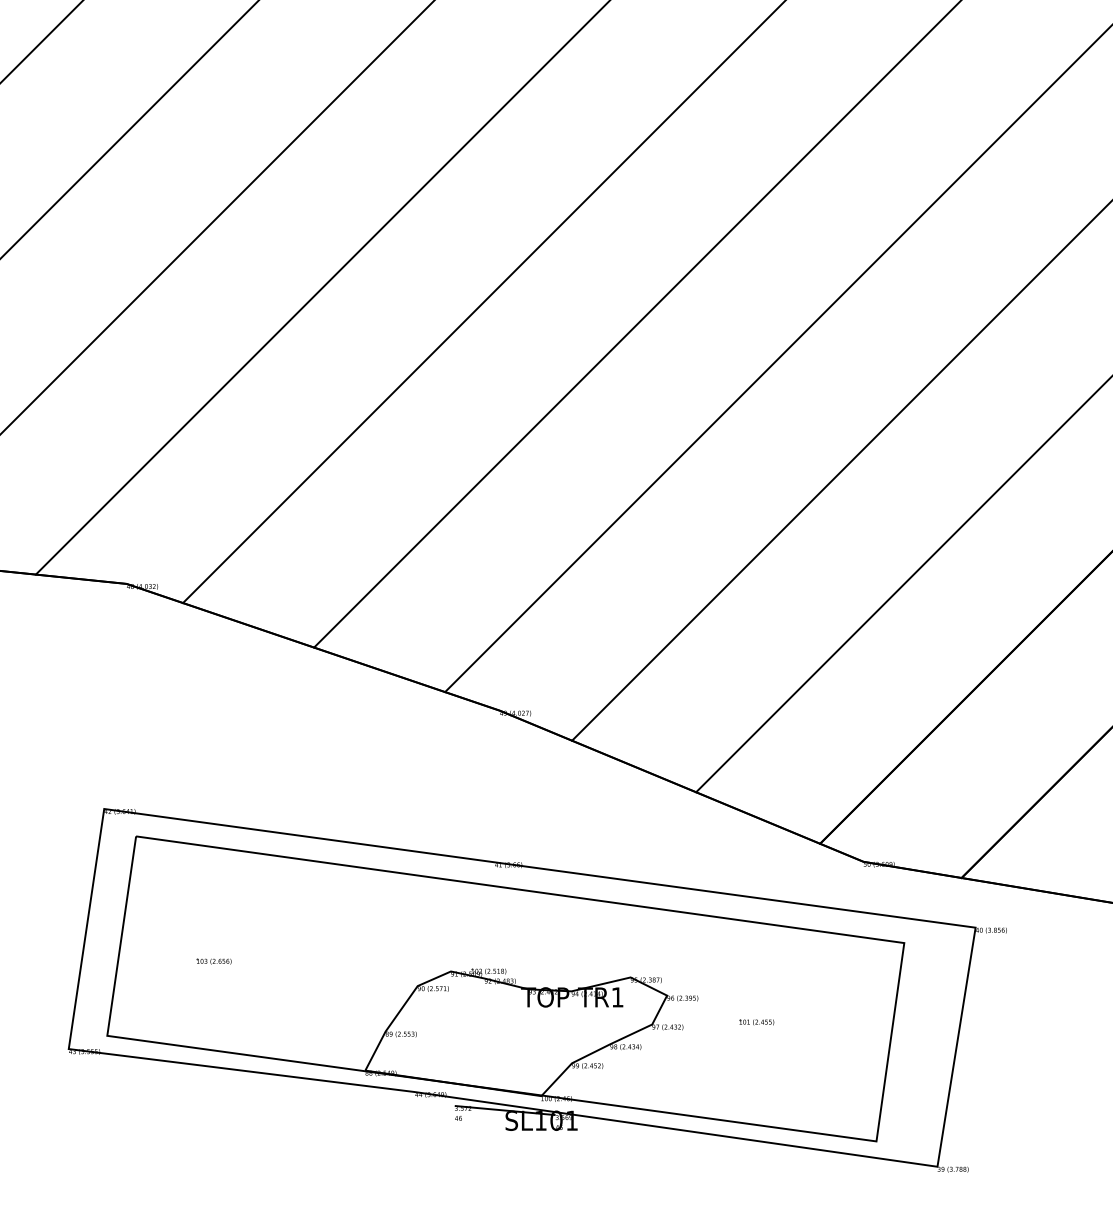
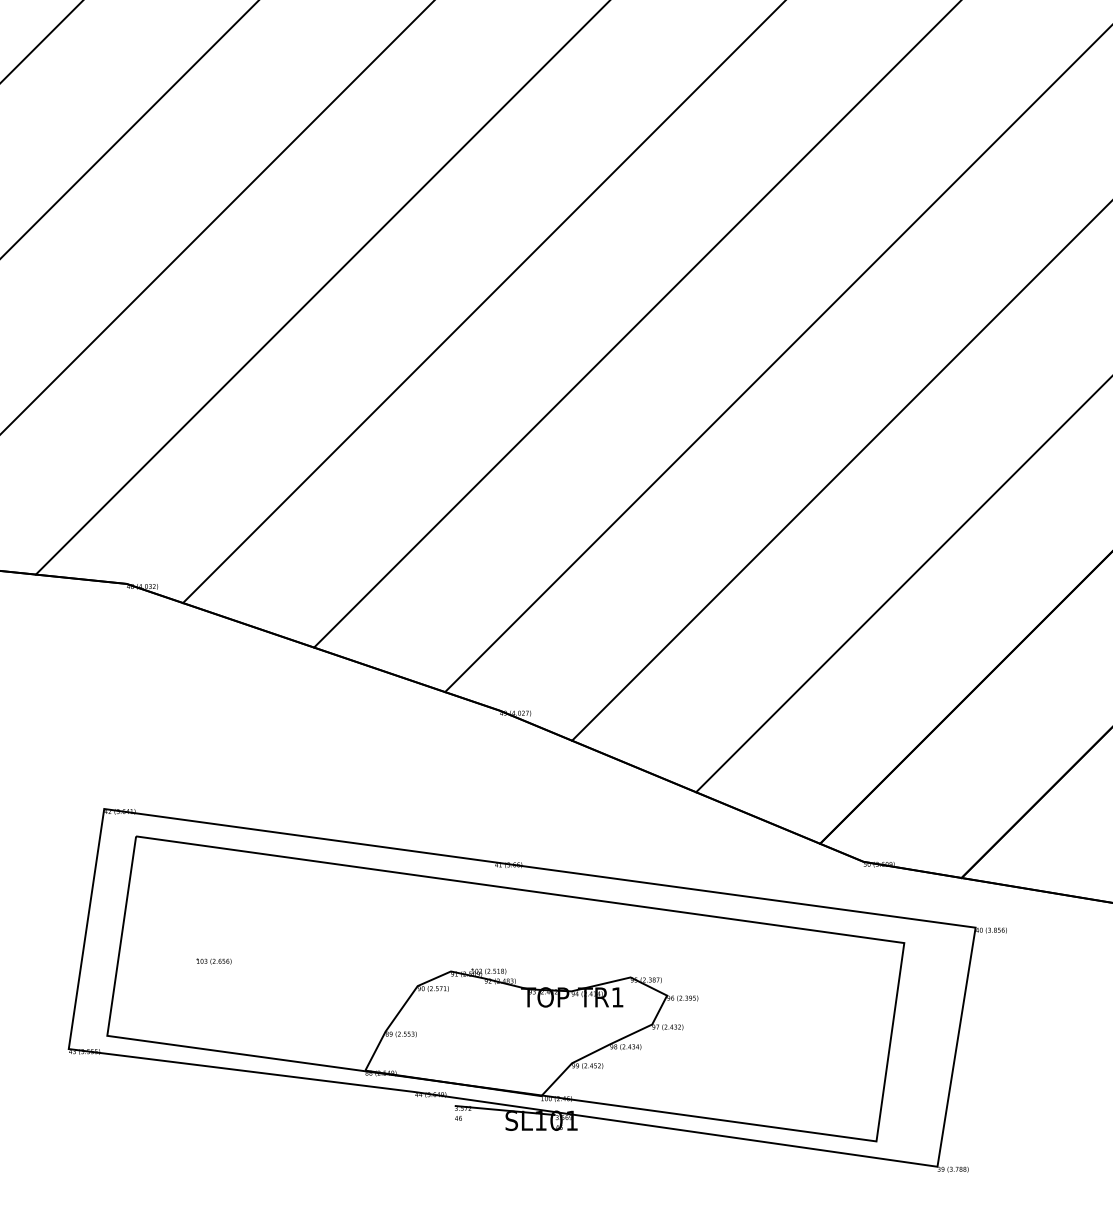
part at (756, 1022): present -> none
